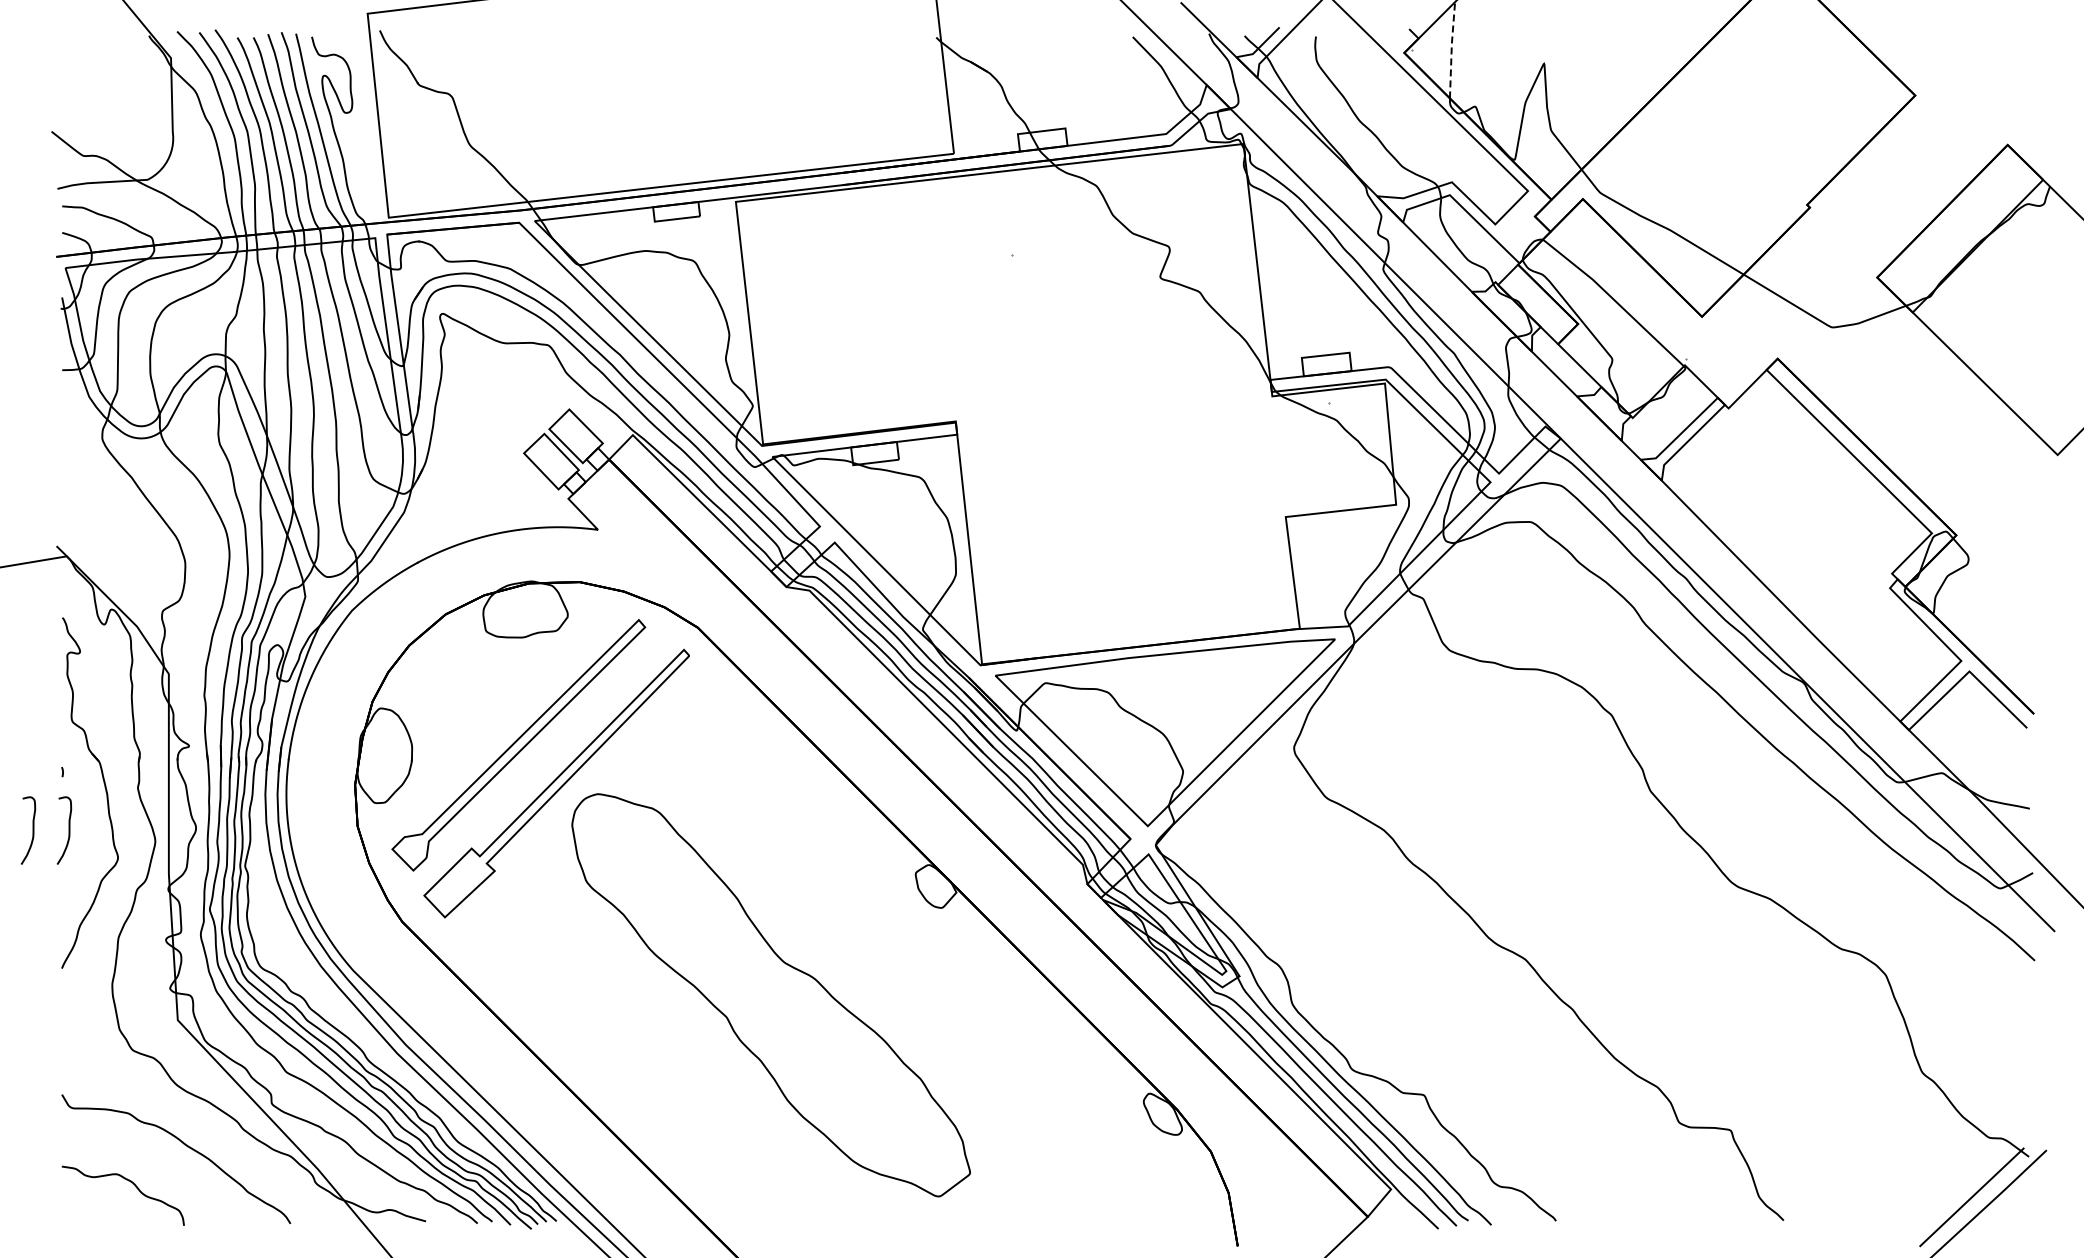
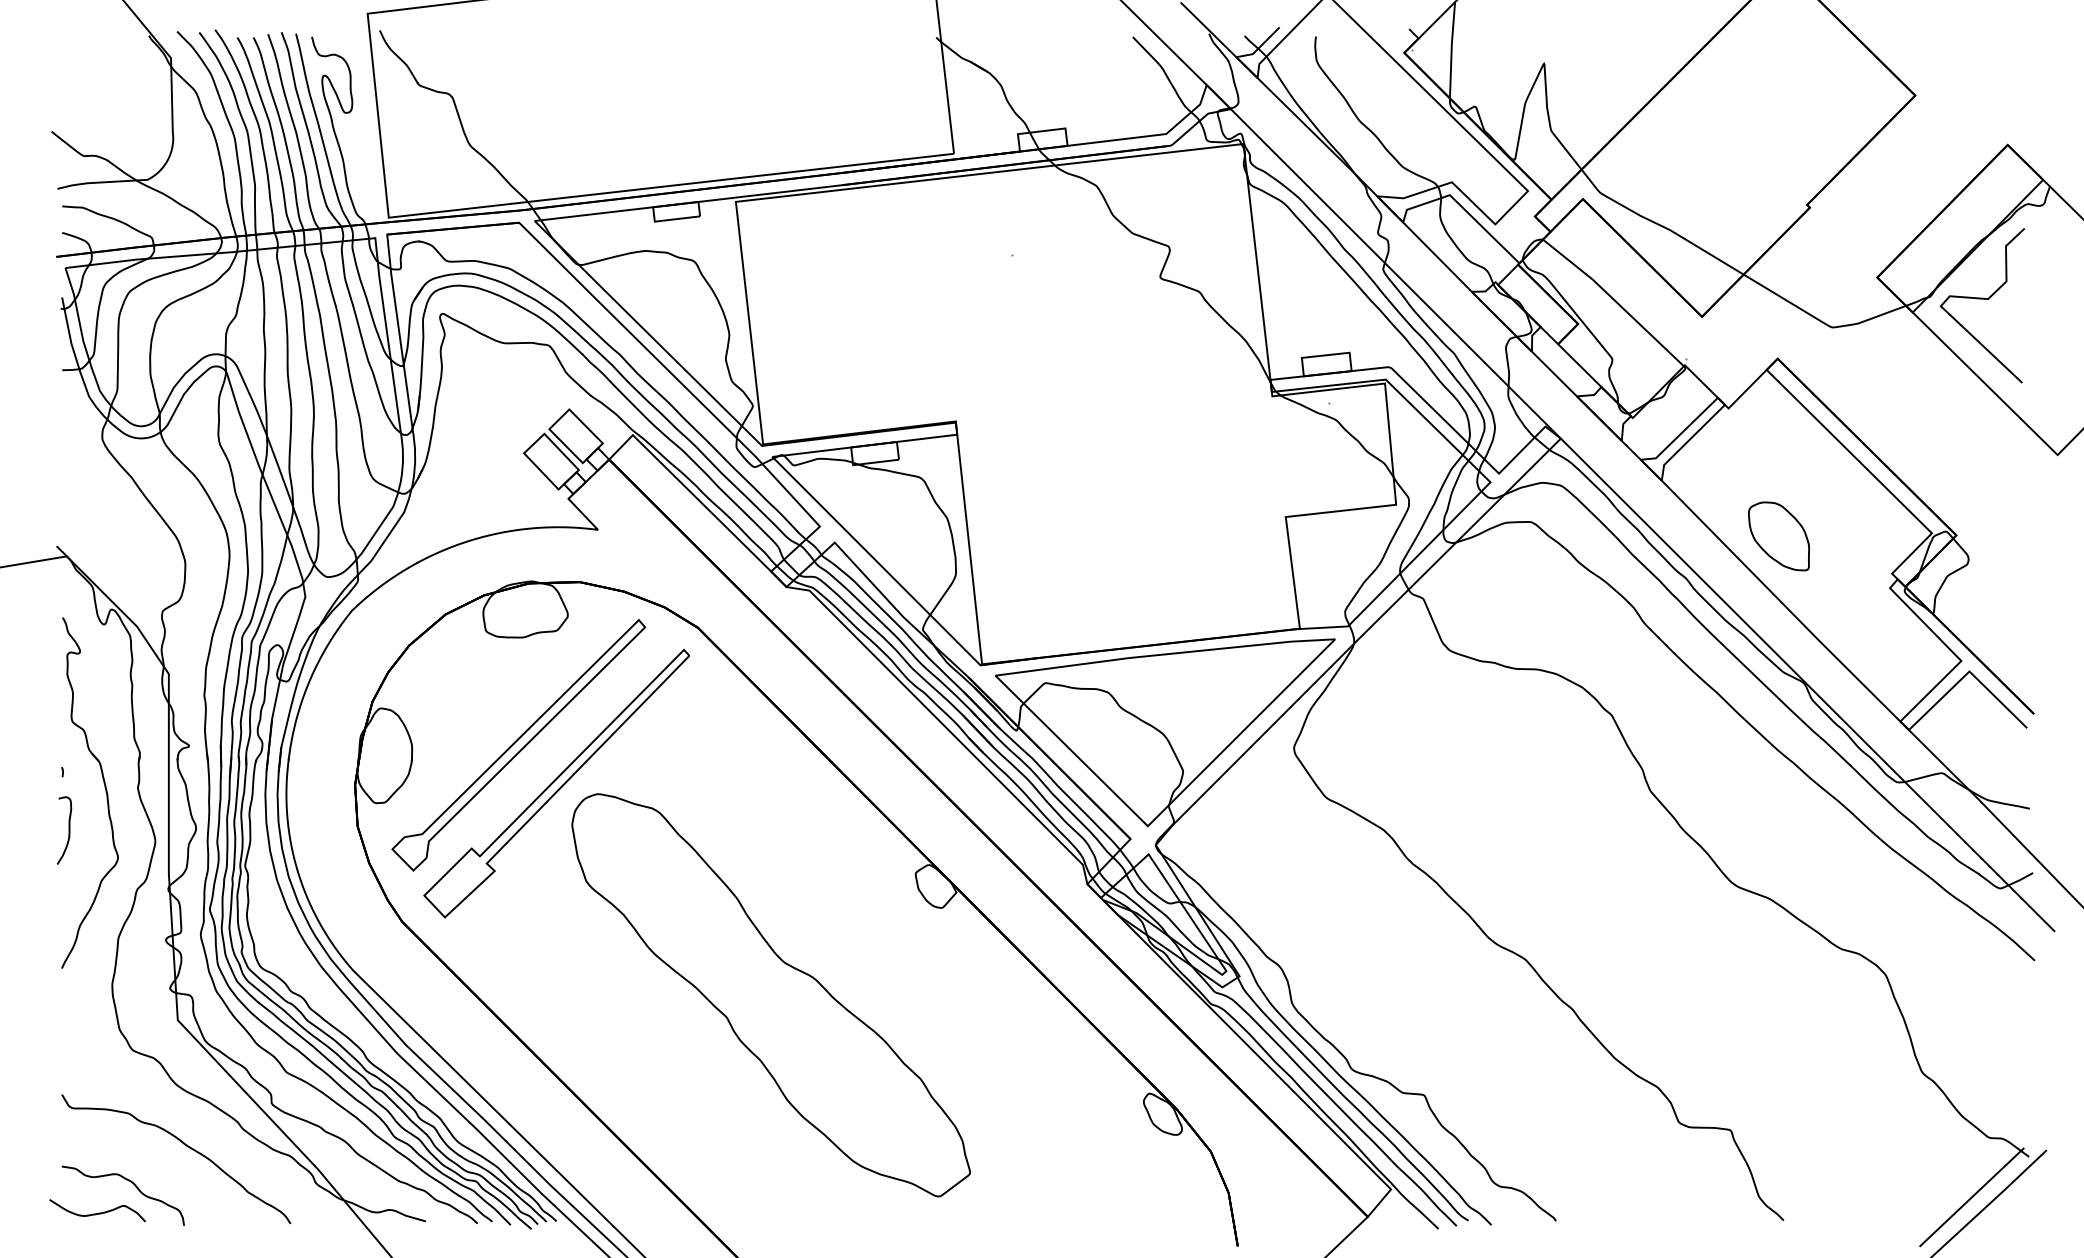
line at (1451, 49): dashed -> solid
curve at (1981, 299): none -> present
part at (1778, 536): none -> present
curve at (32, 830): present -> none
curve at (98, 1212): none -> present
